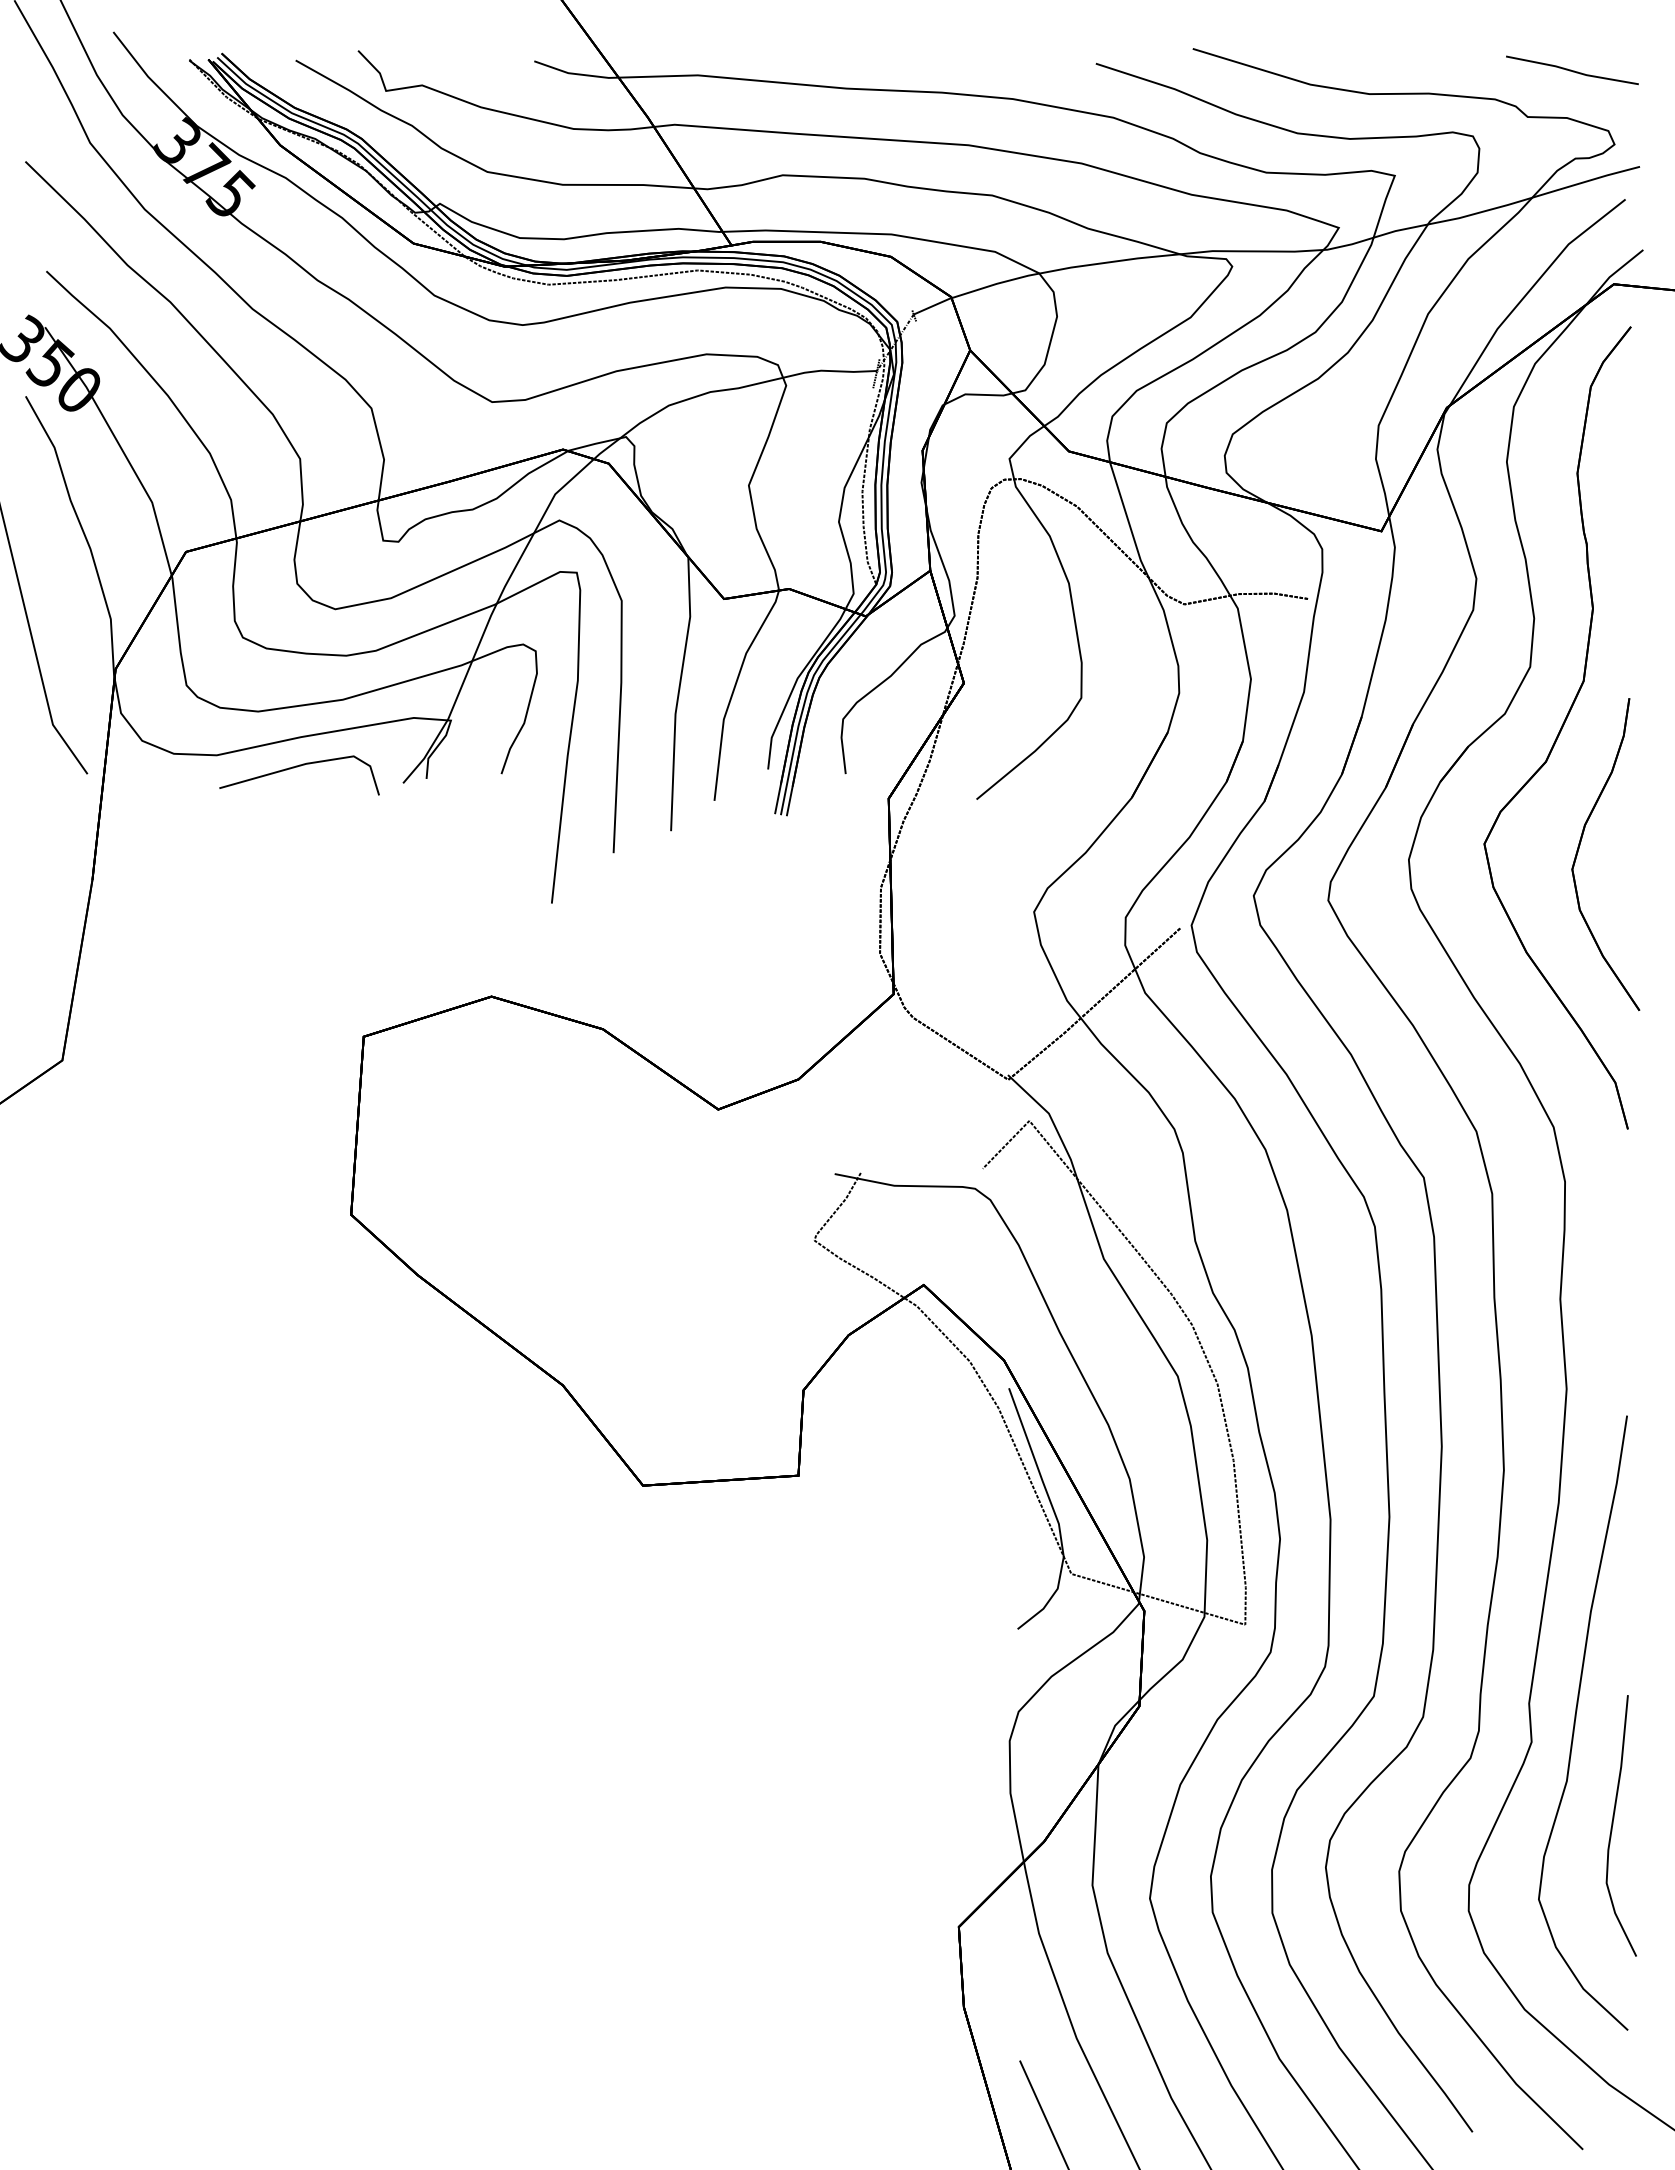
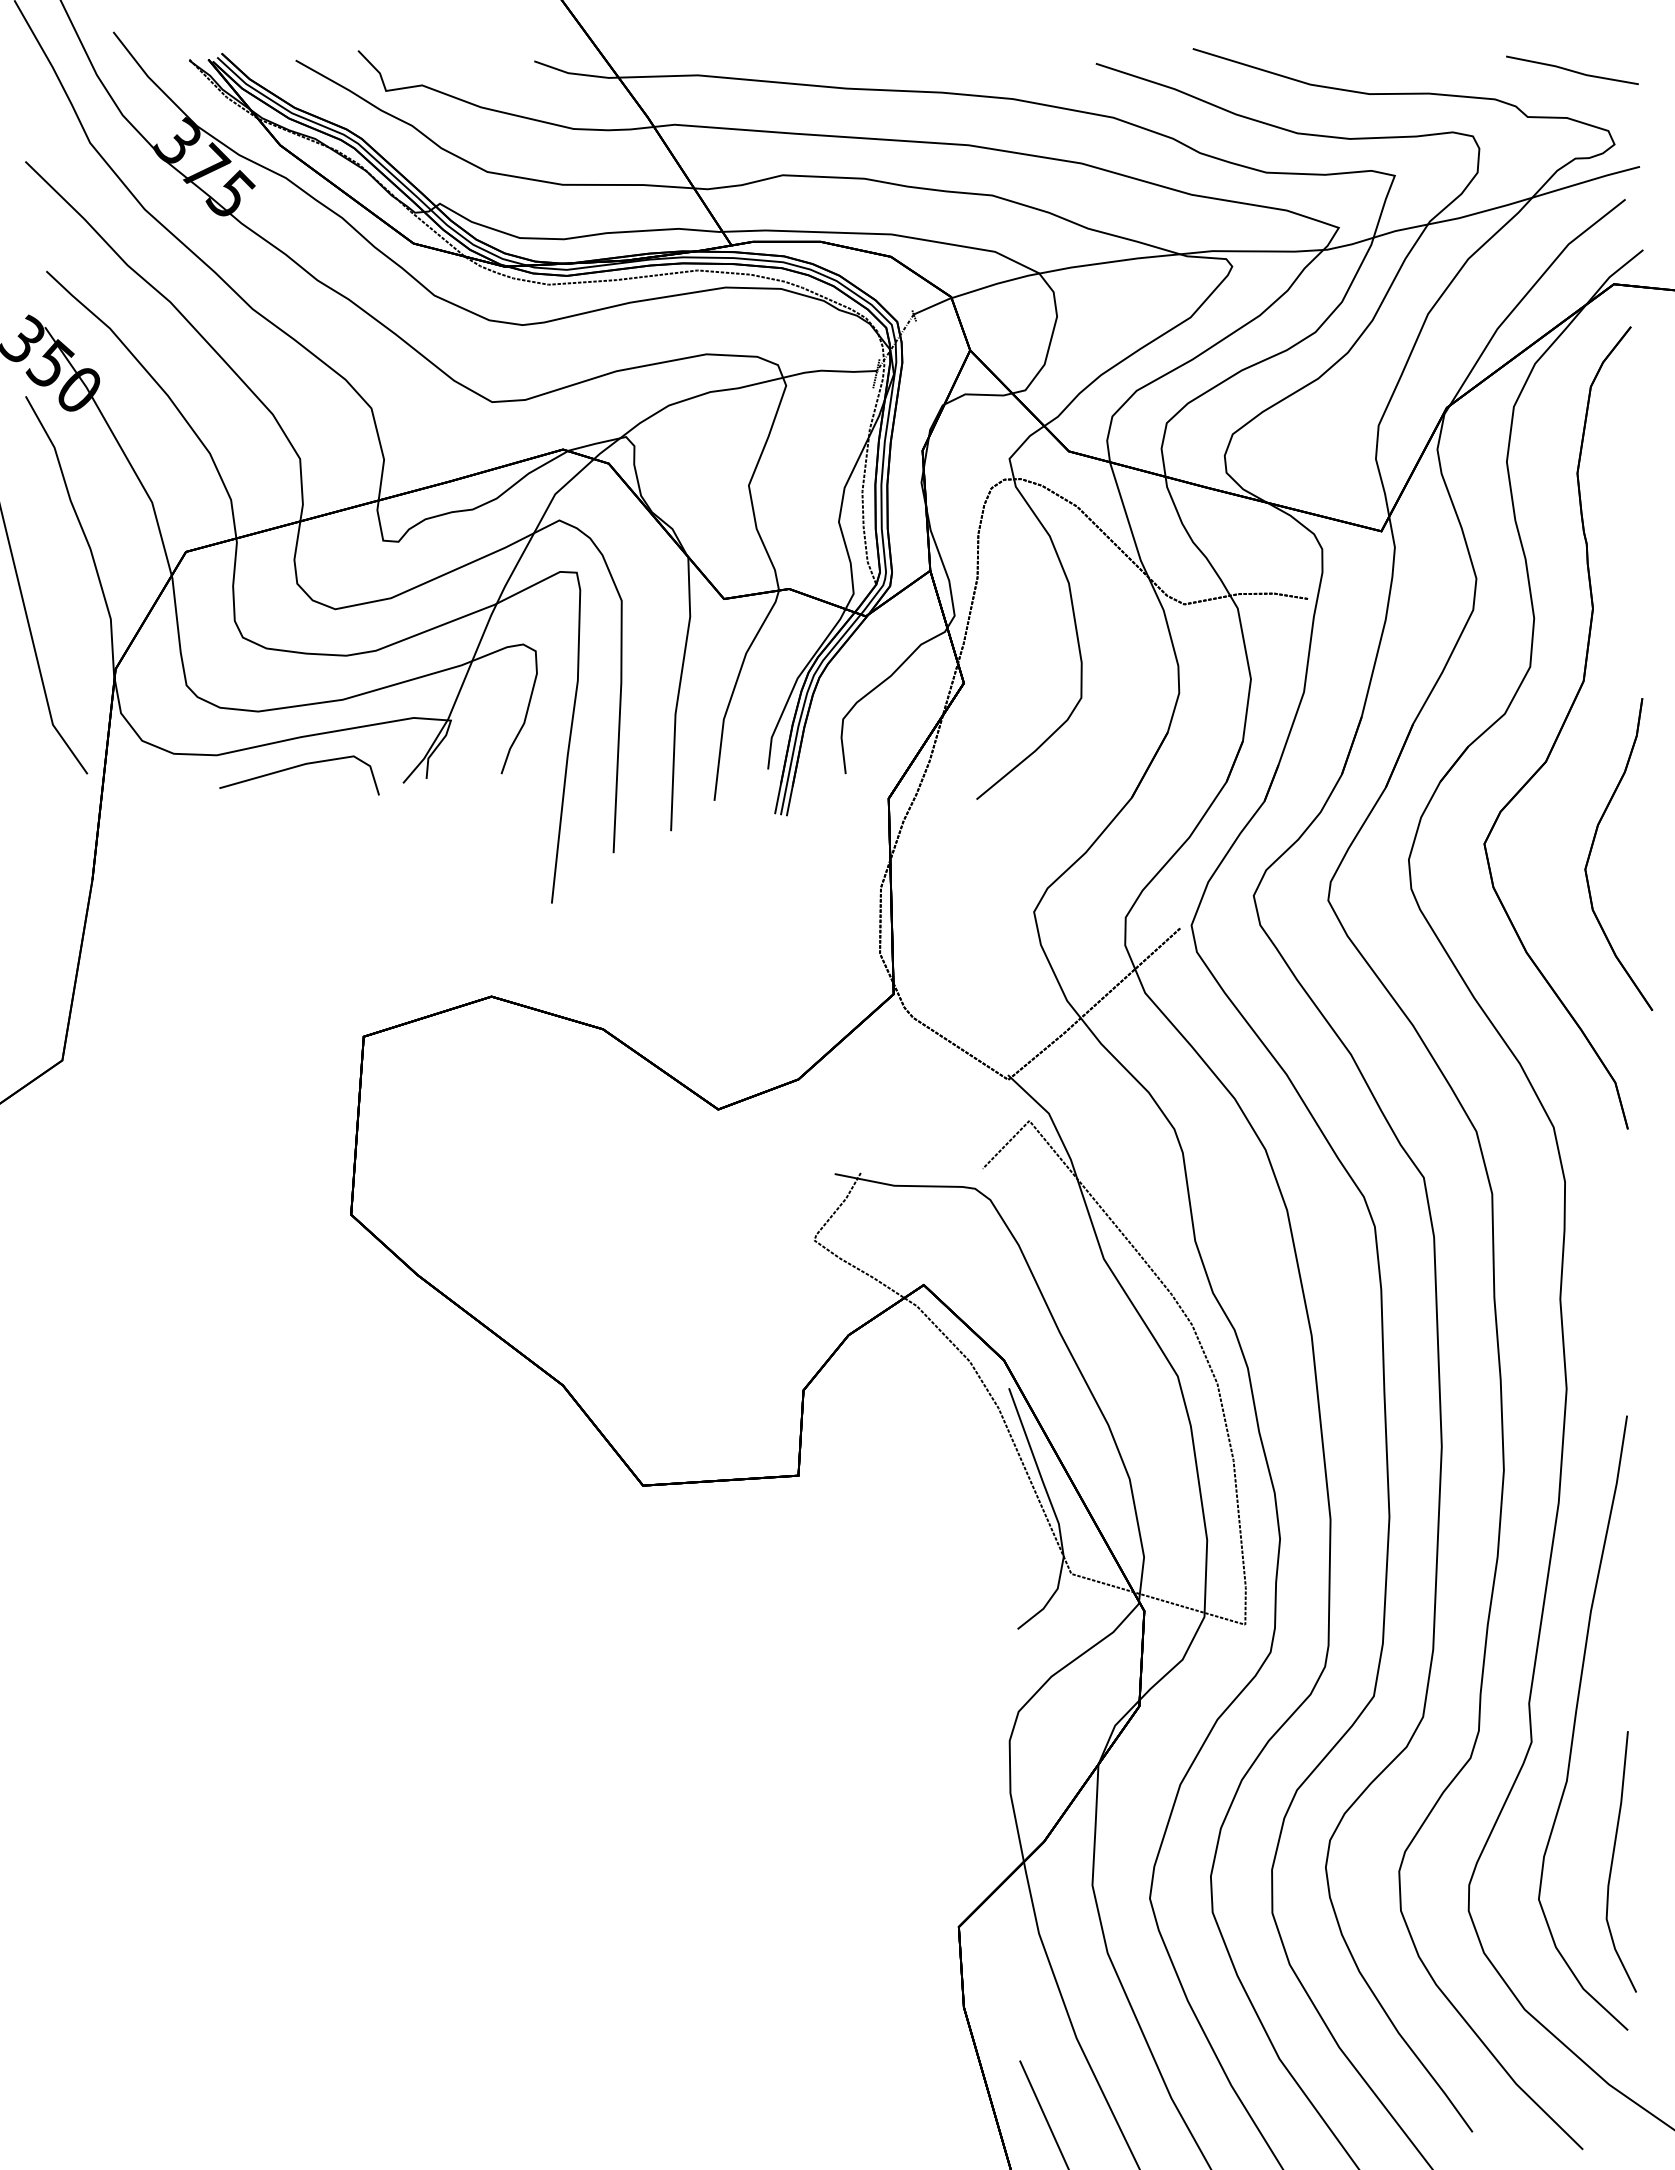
part at (1579, 849) position: (1579, 849) -> (1592, 849)
curve at (1613, 1825) position: (1613, 1825) -> (1613, 1861)
